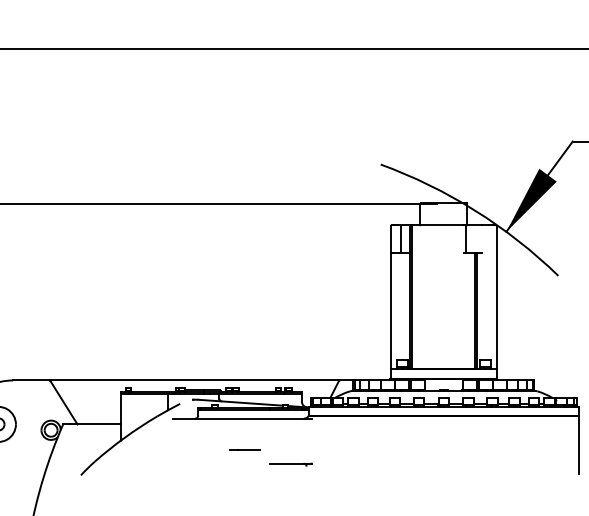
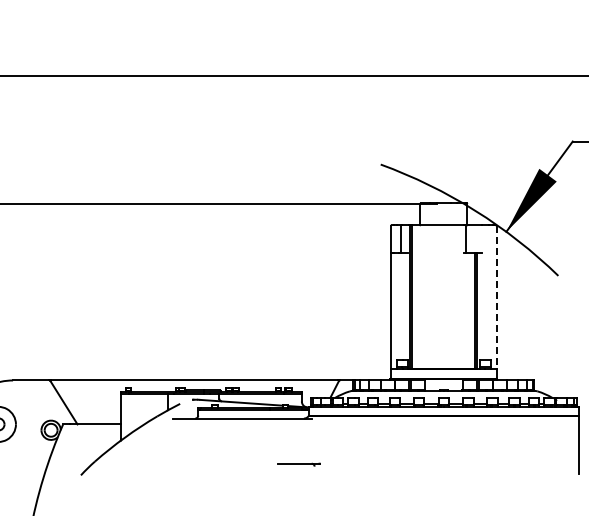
line at (293, 49) position: (293, 49) -> (293, 76)
line at (496, 297): solid -> dashed
line at (244, 449): present -> none
part at (290, 464) position: (290, 464) -> (298, 464)
